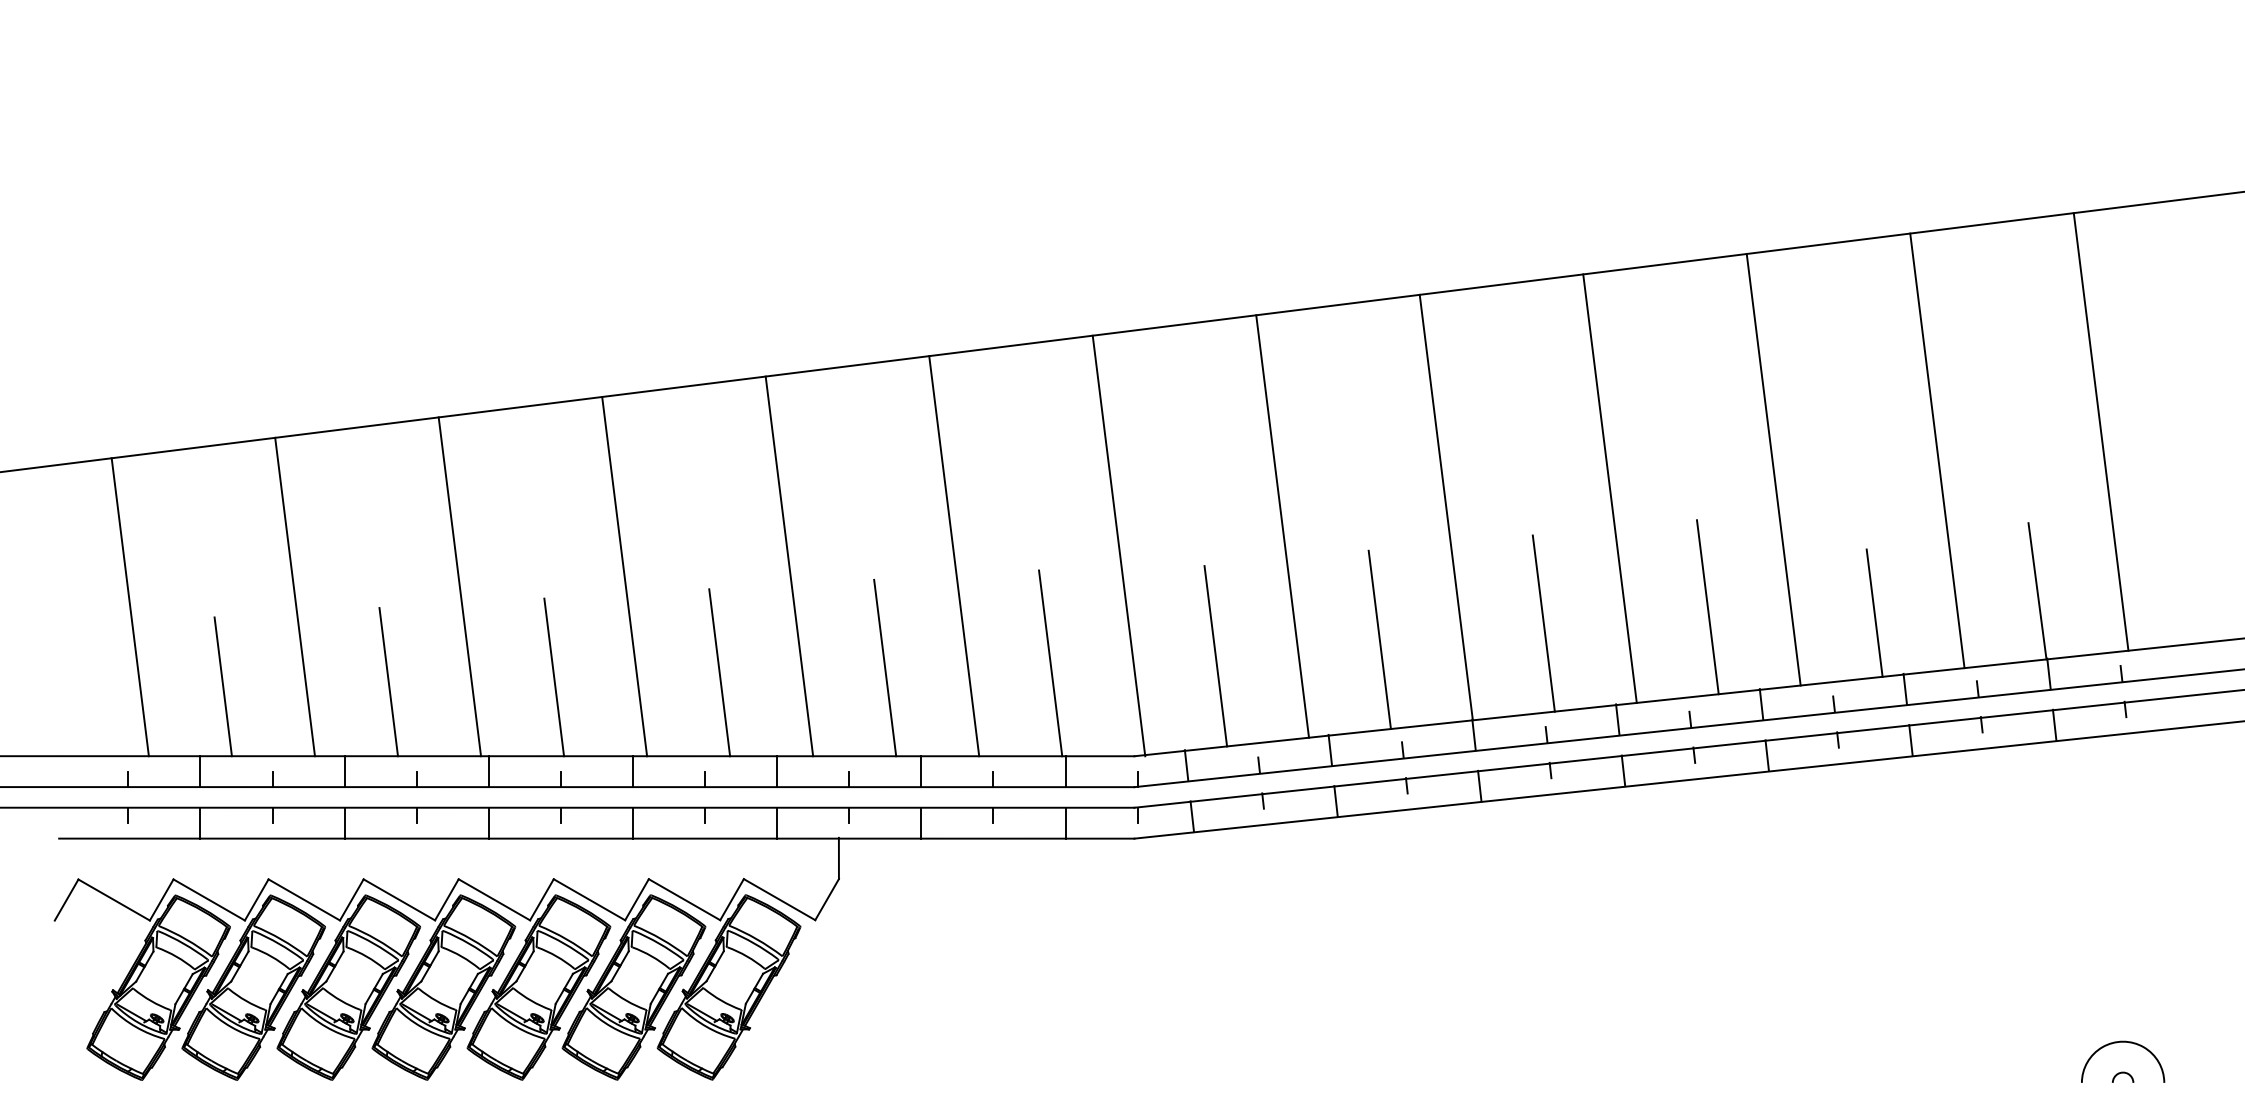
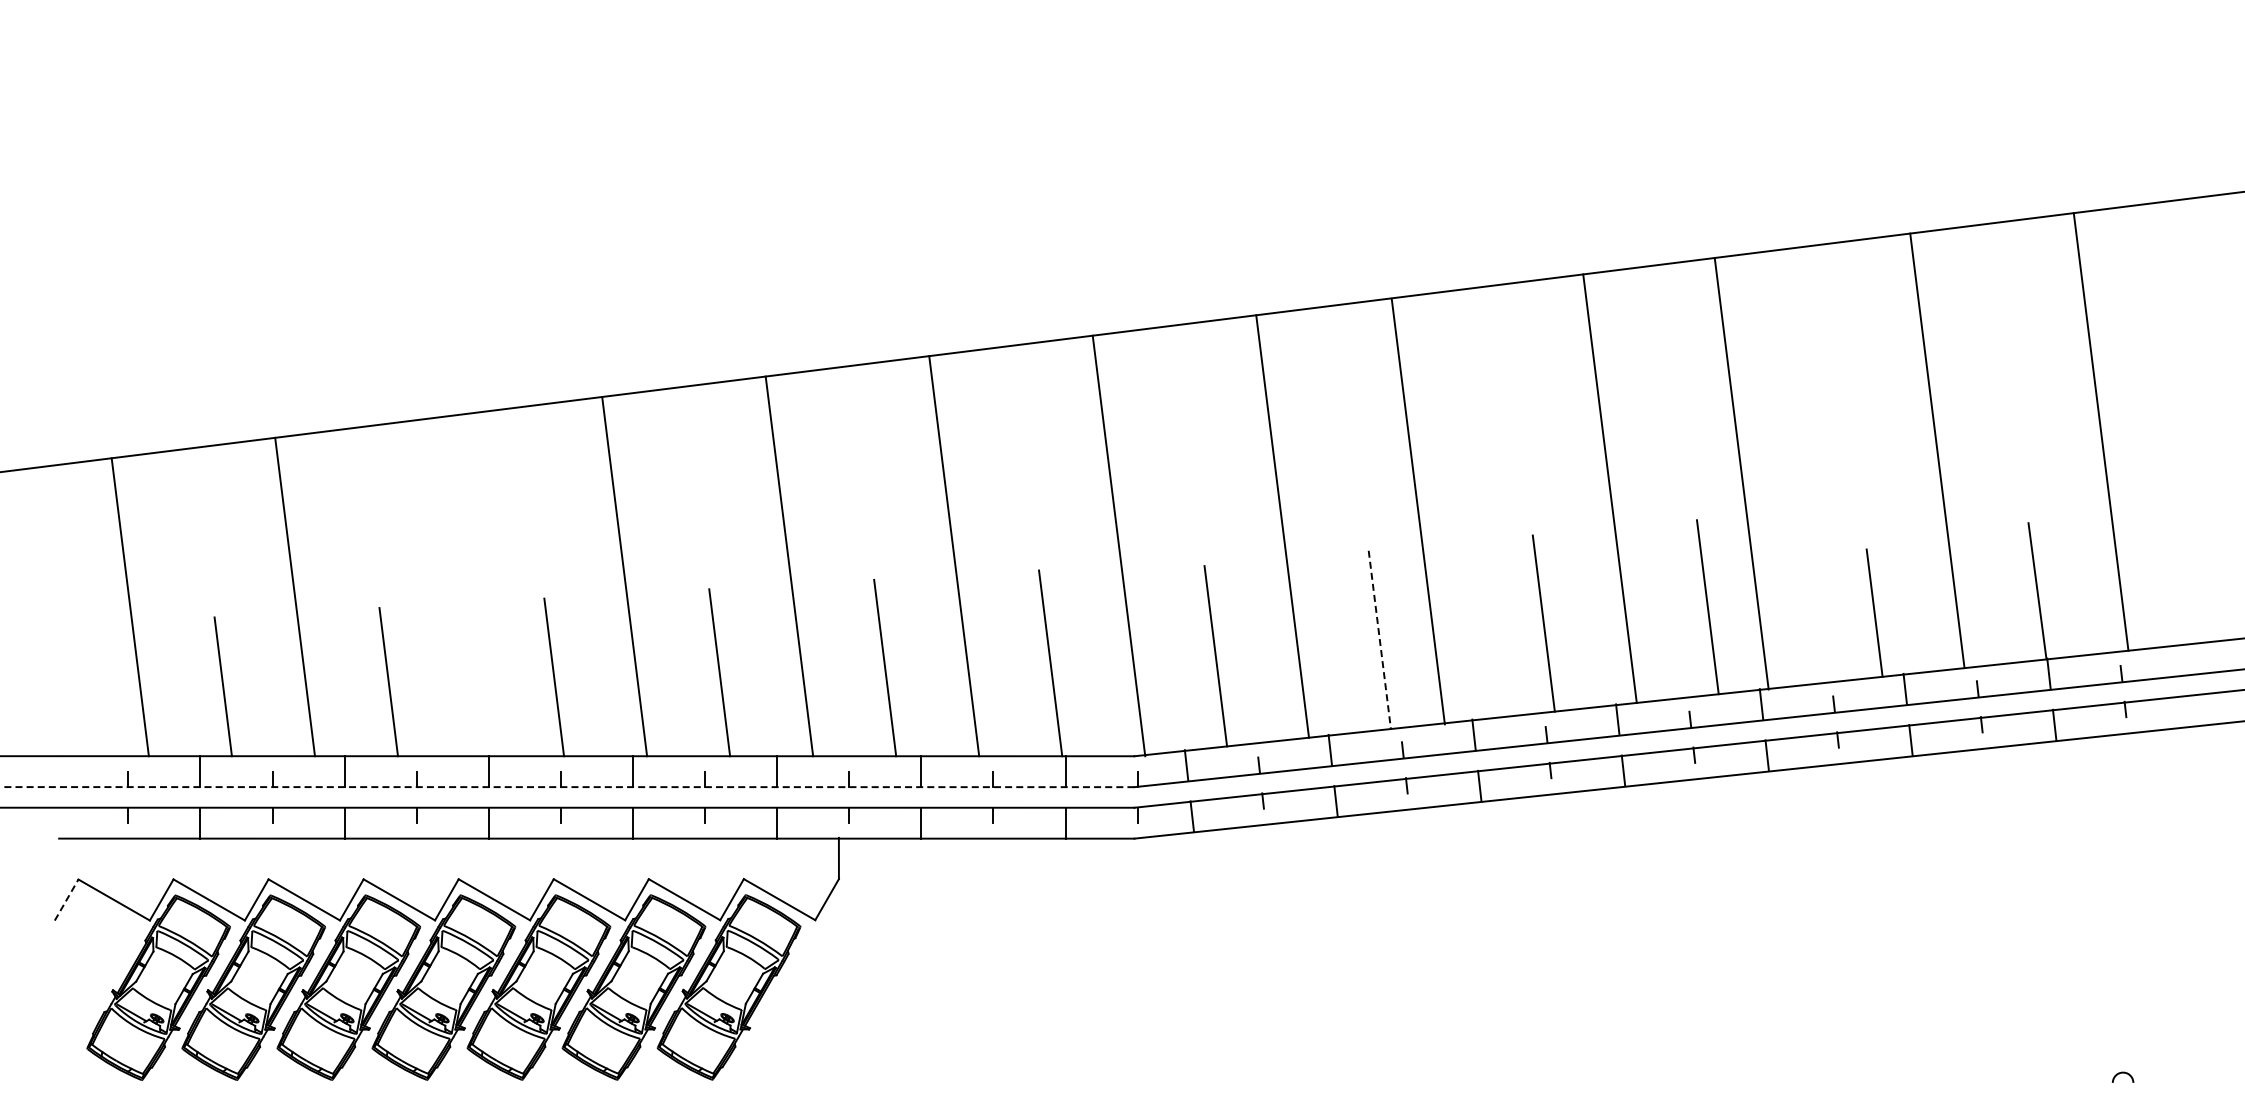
line at (1773, 469) position: (1773, 469) -> (1741, 473)
line at (1445, 507) position: (1445, 507) -> (1417, 511)
line at (459, 586): present -> none
line at (1379, 639): solid -> dashed
line at (567, 787): solid -> dashed
line at (66, 900): solid -> dashed
arc at (2129, 1043): present -> none
